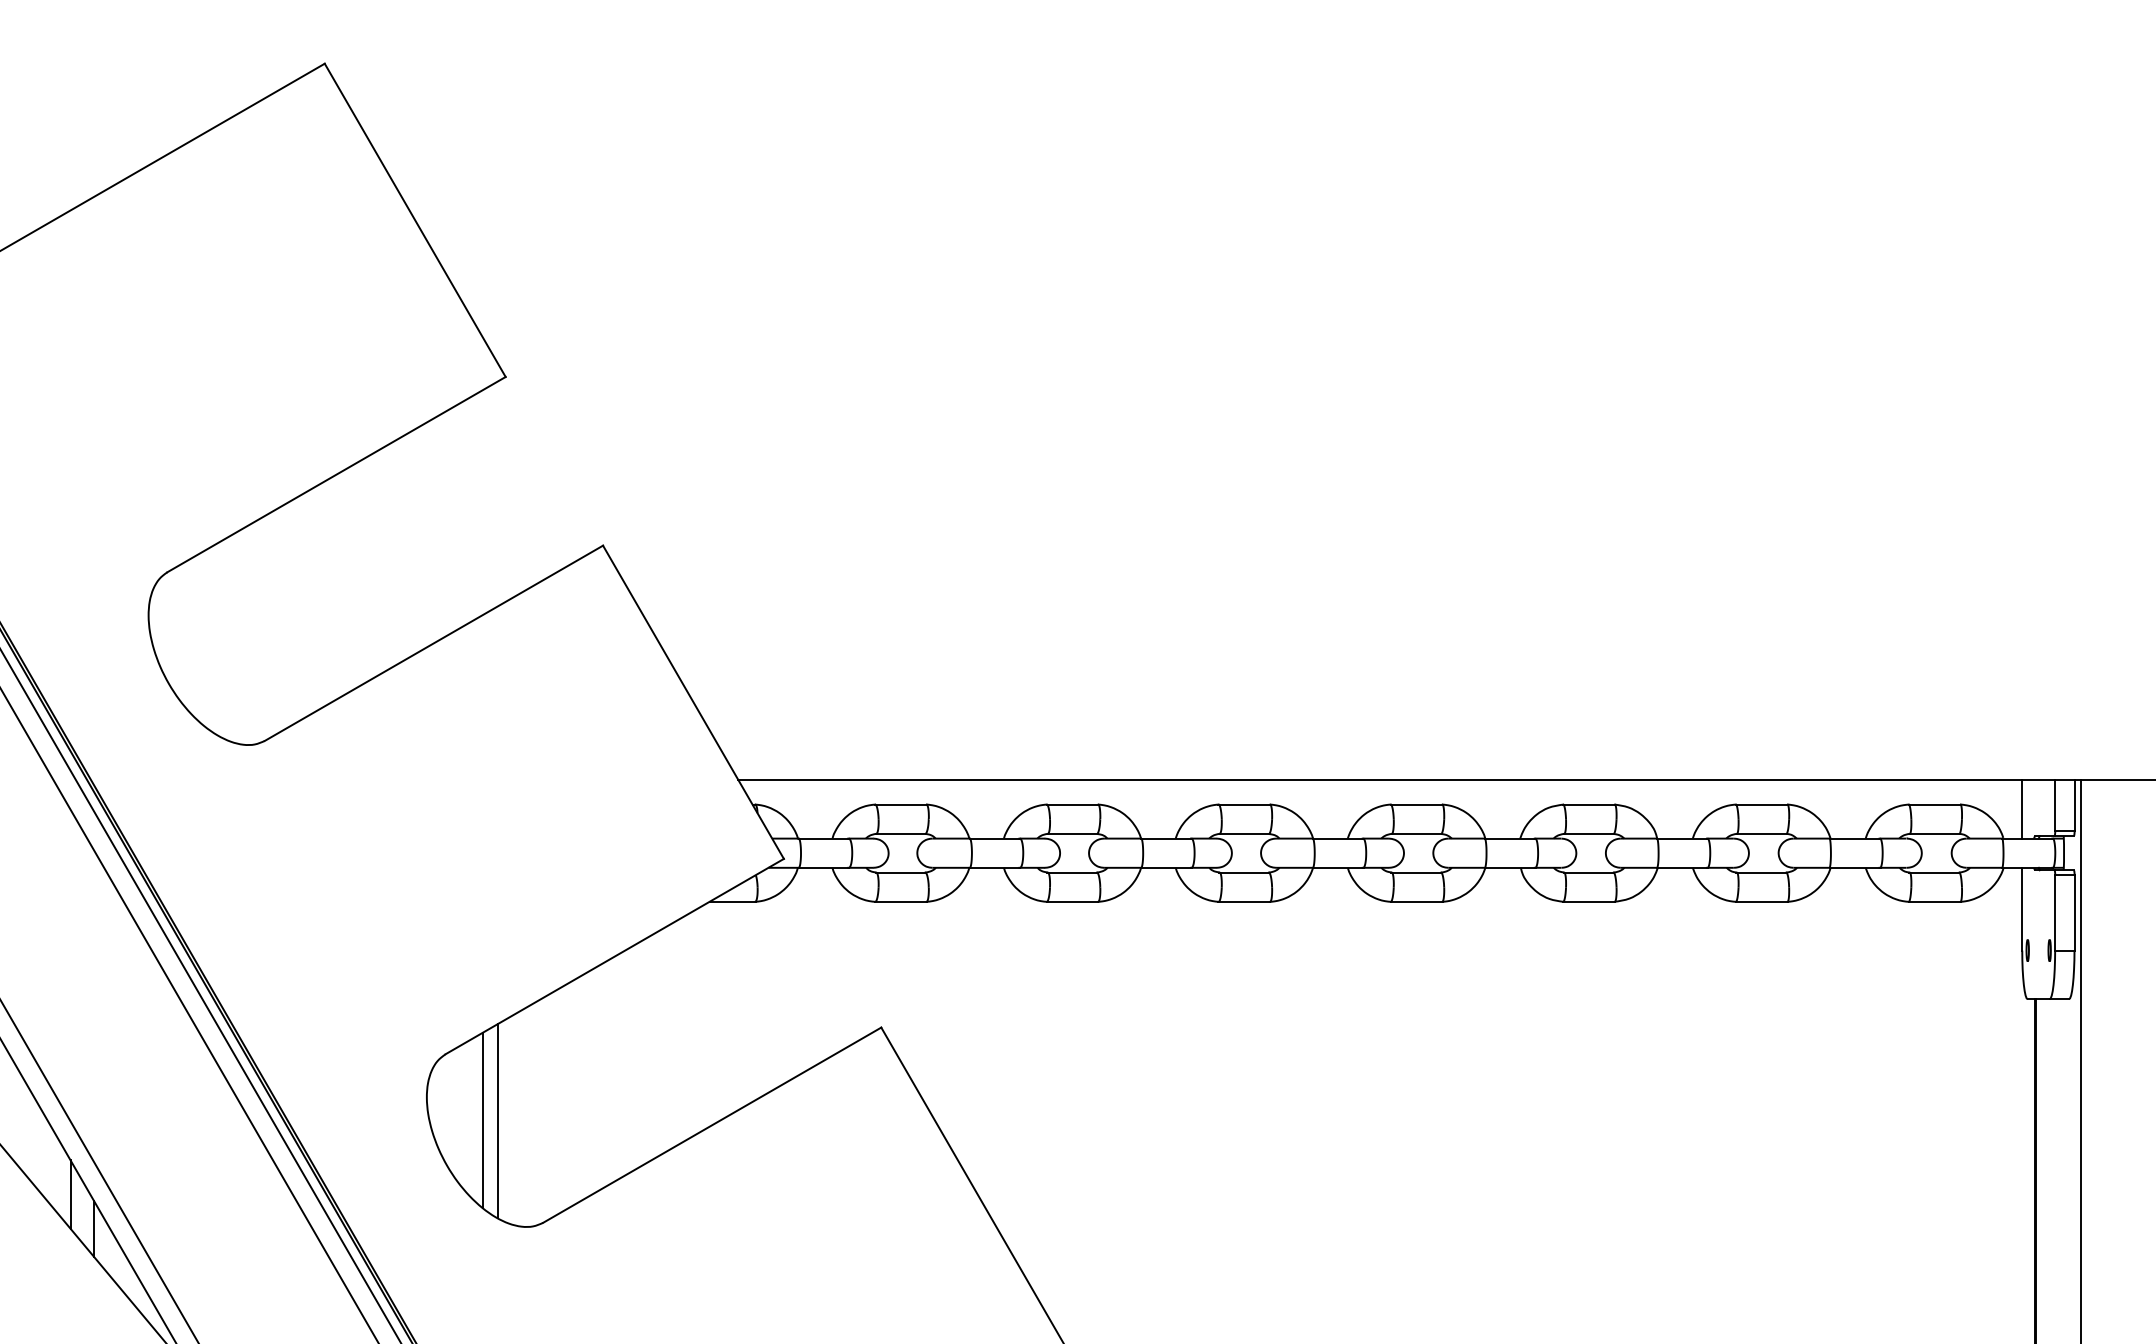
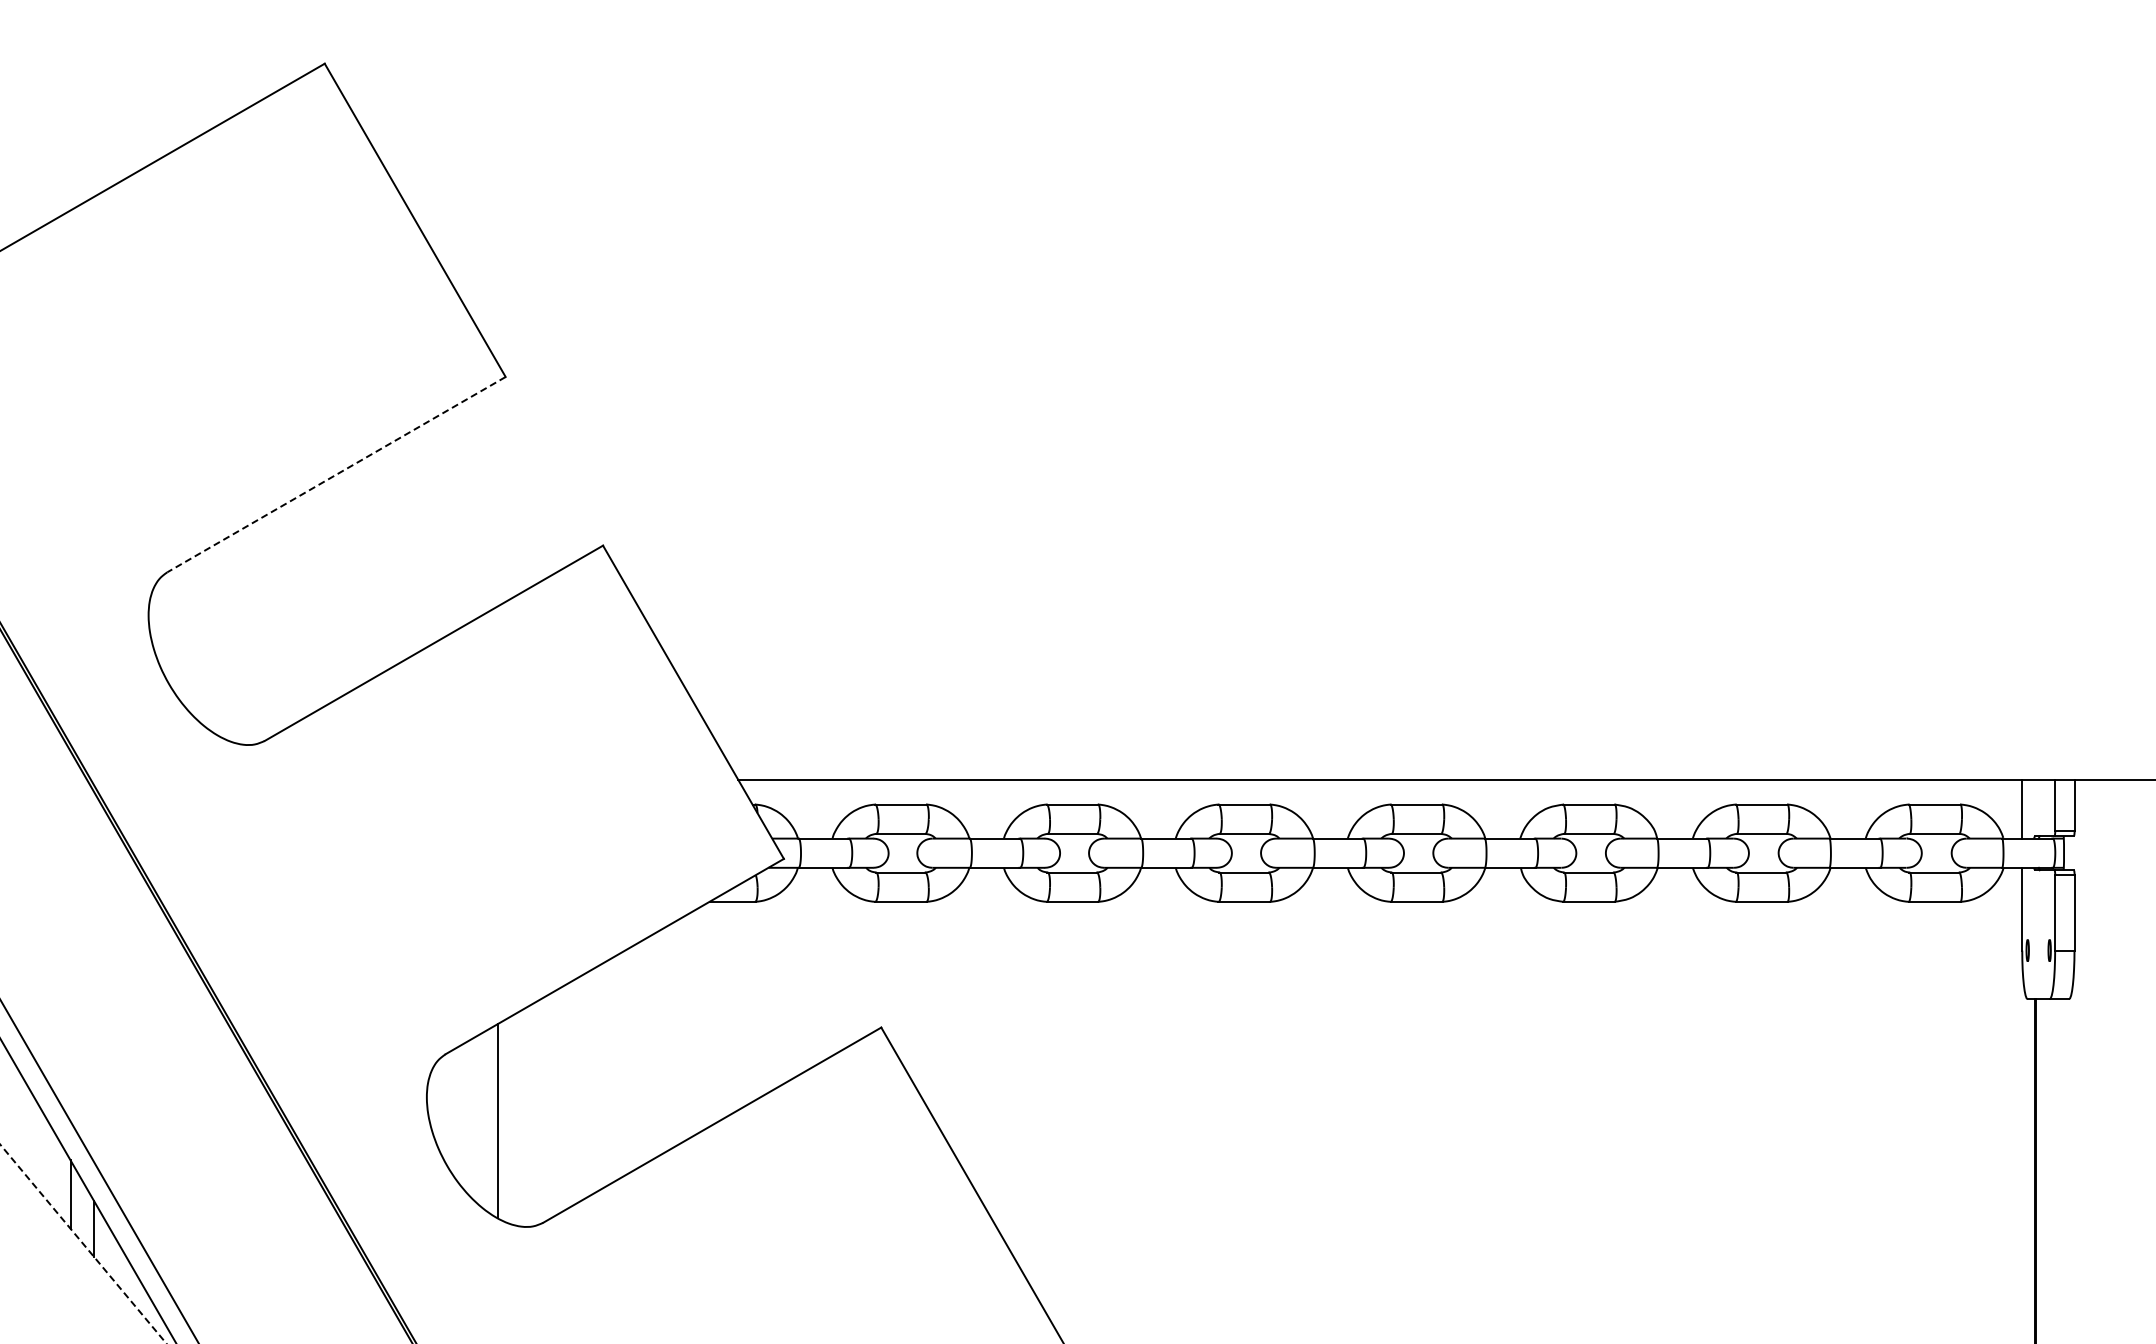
line at (336, 474): solid -> dashed
line at (200, 996): present -> none
line at (189, 1015): present -> none
line at (2080, 1059): present -> none
line at (483, 1120): present -> none
line at (83, 1243): solid -> dashed
